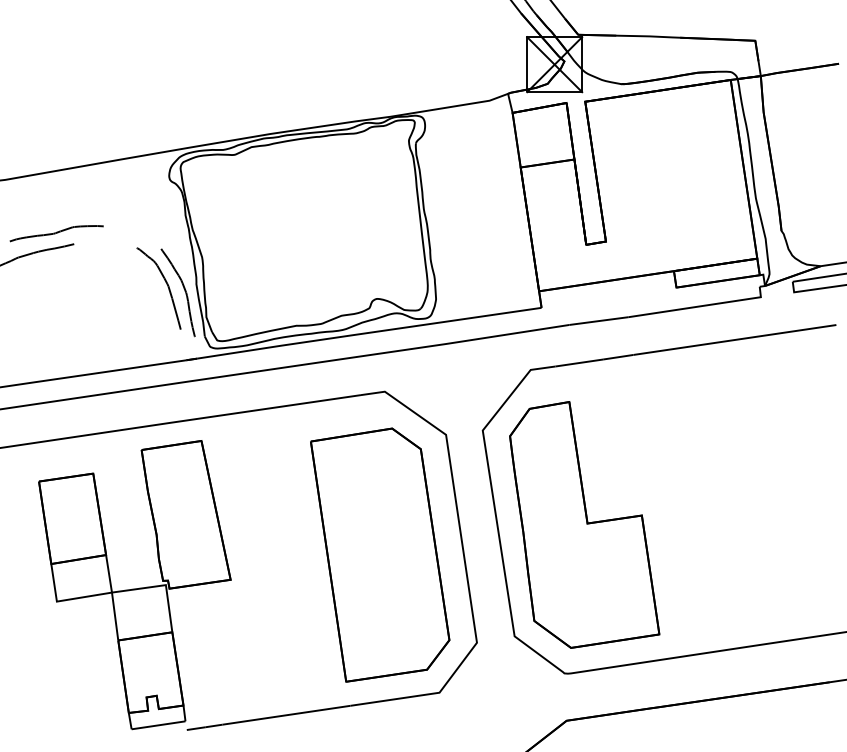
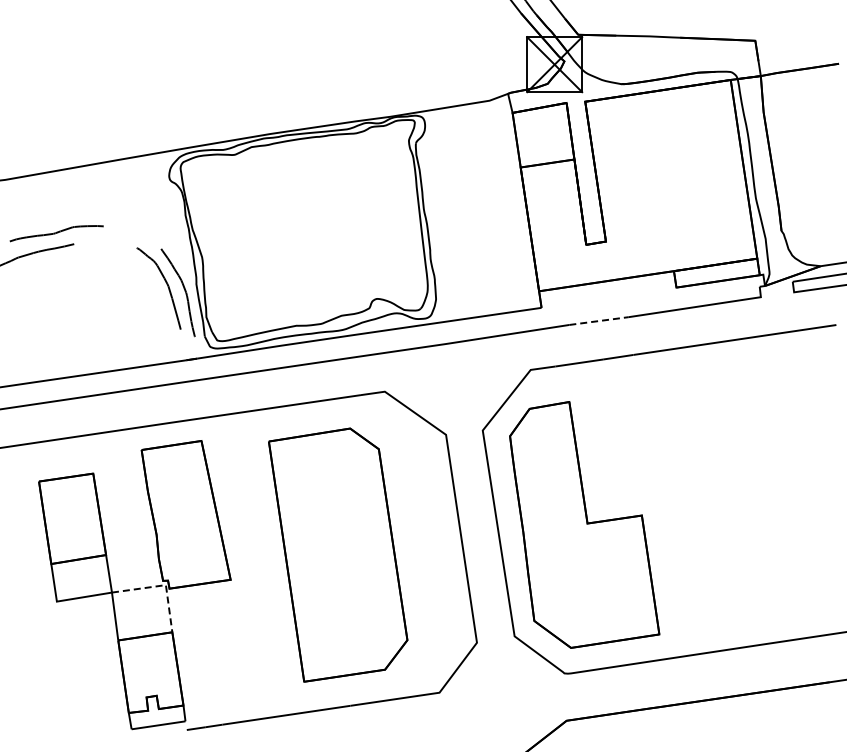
line at (599, 321): solid -> dashed
part at (380, 554) position: (380, 554) -> (338, 554)
line at (162, 585): solid -> dashed
